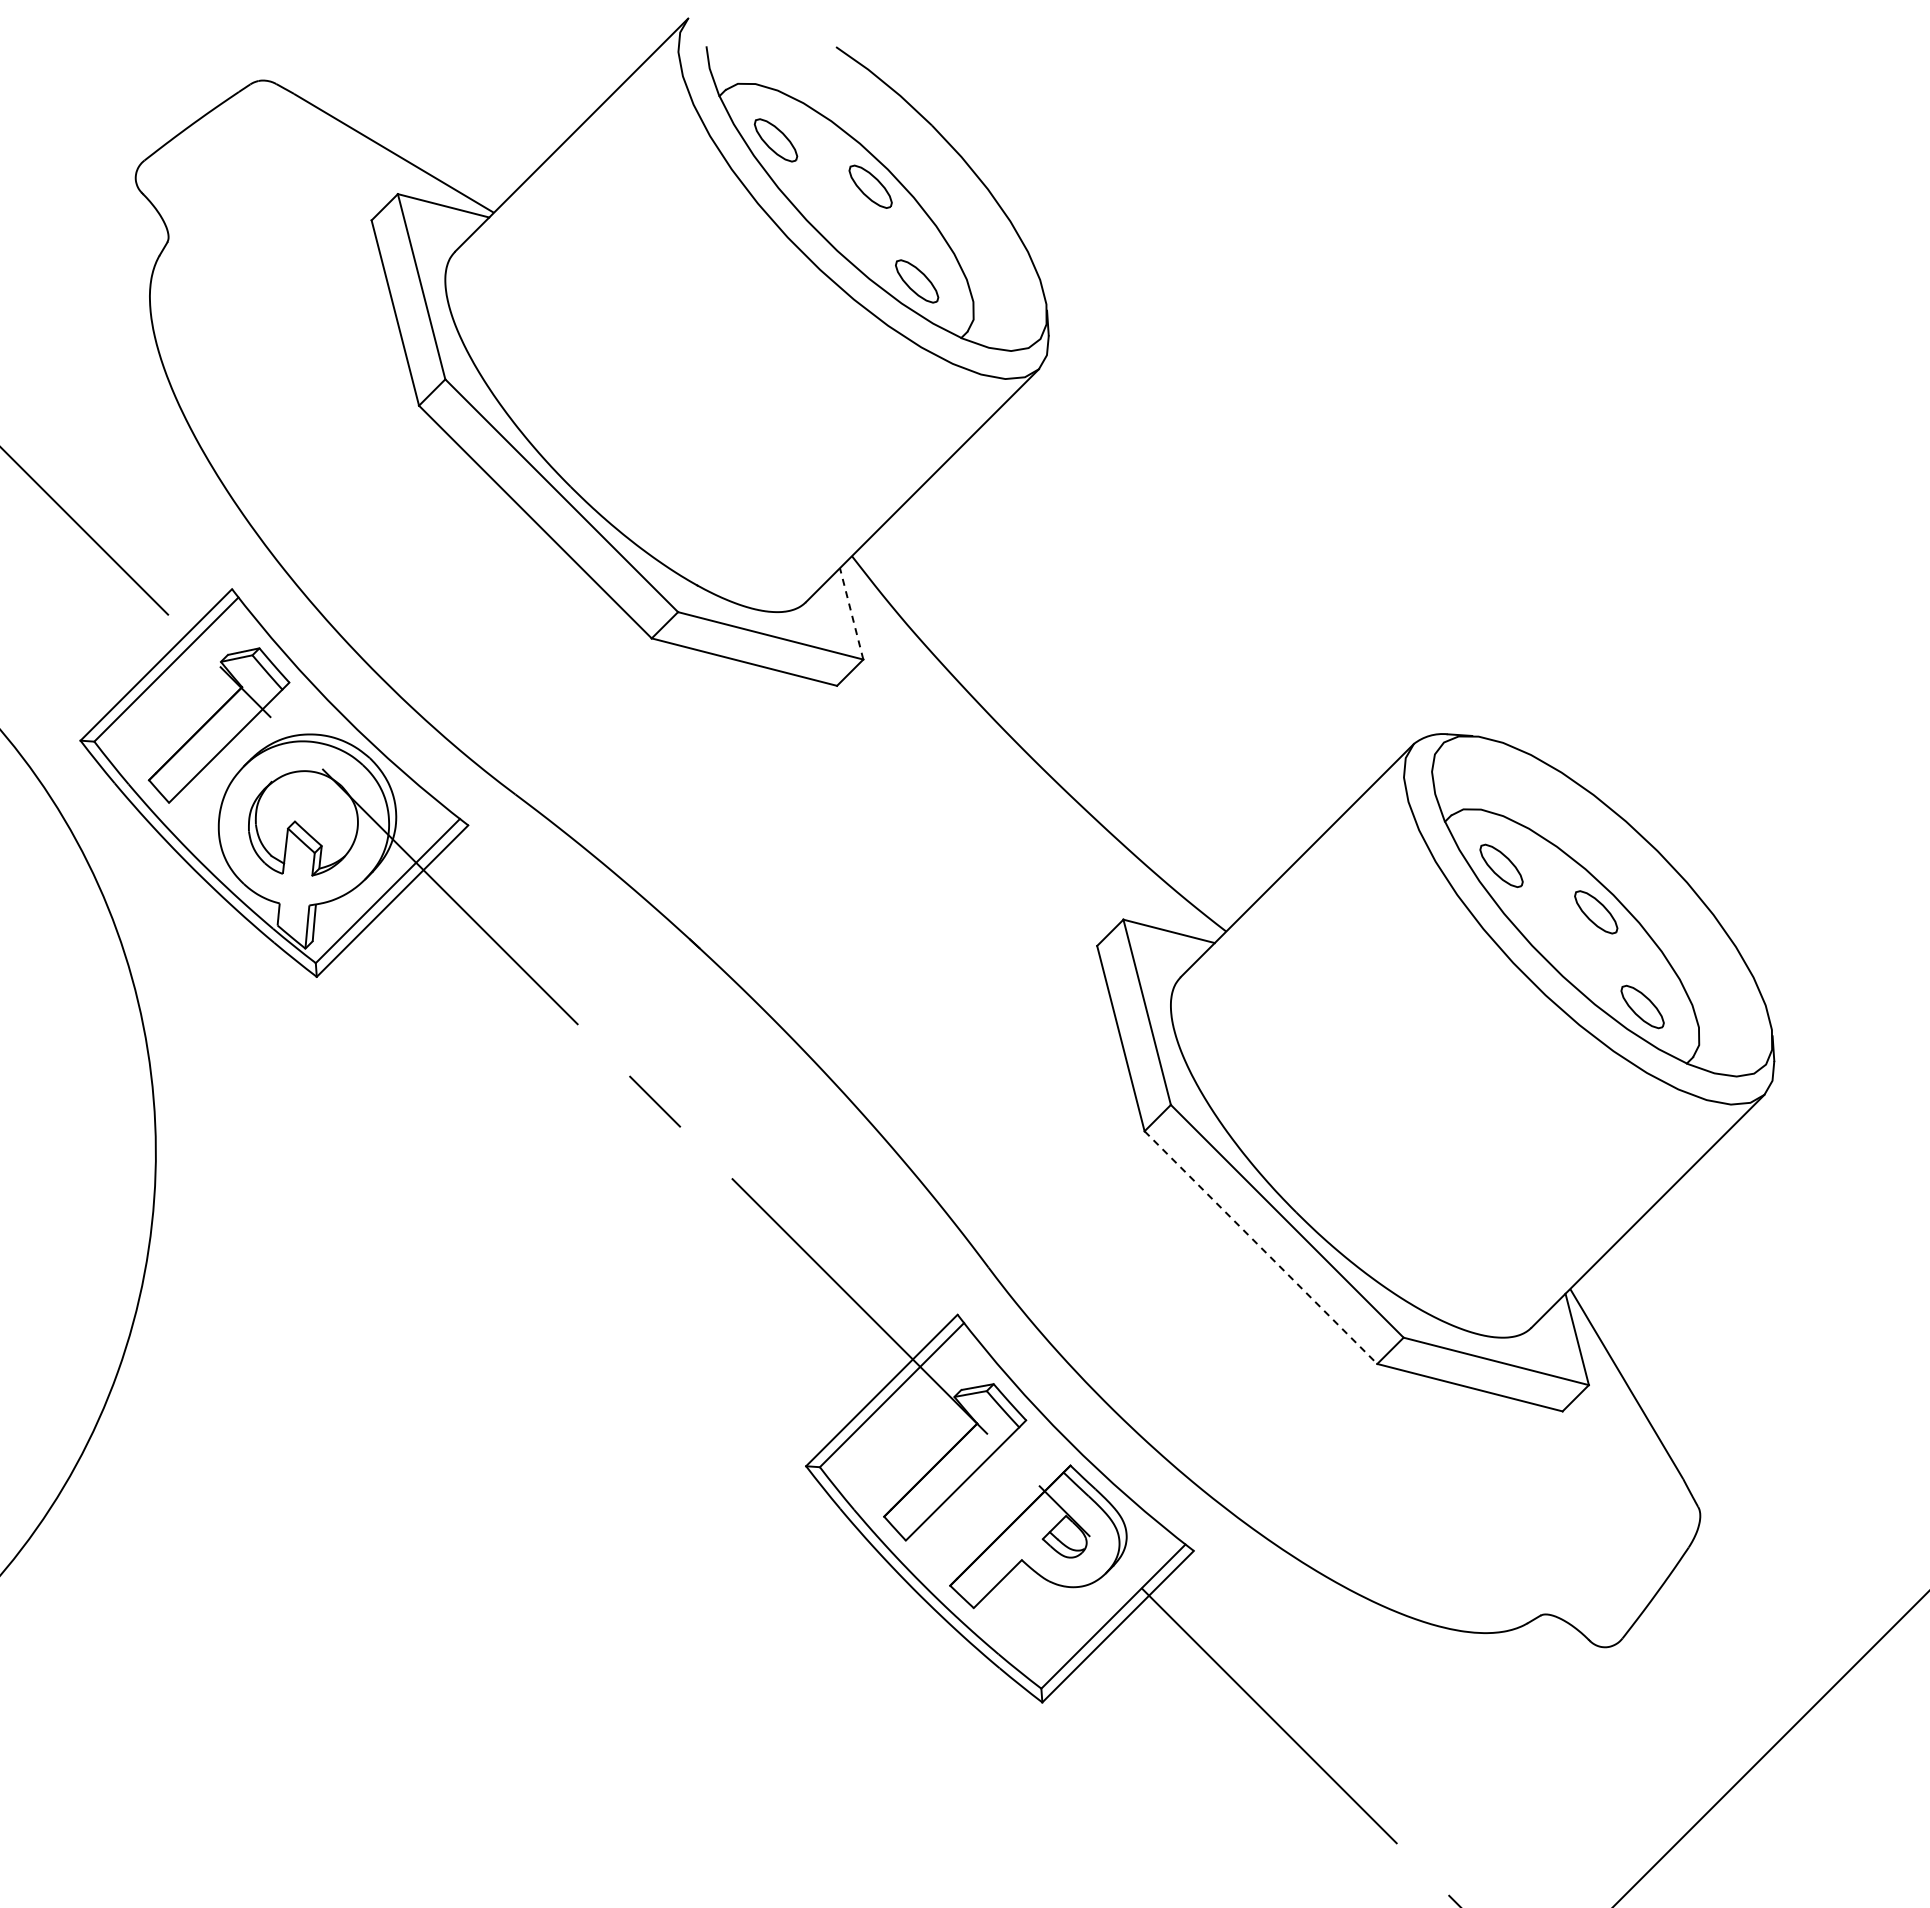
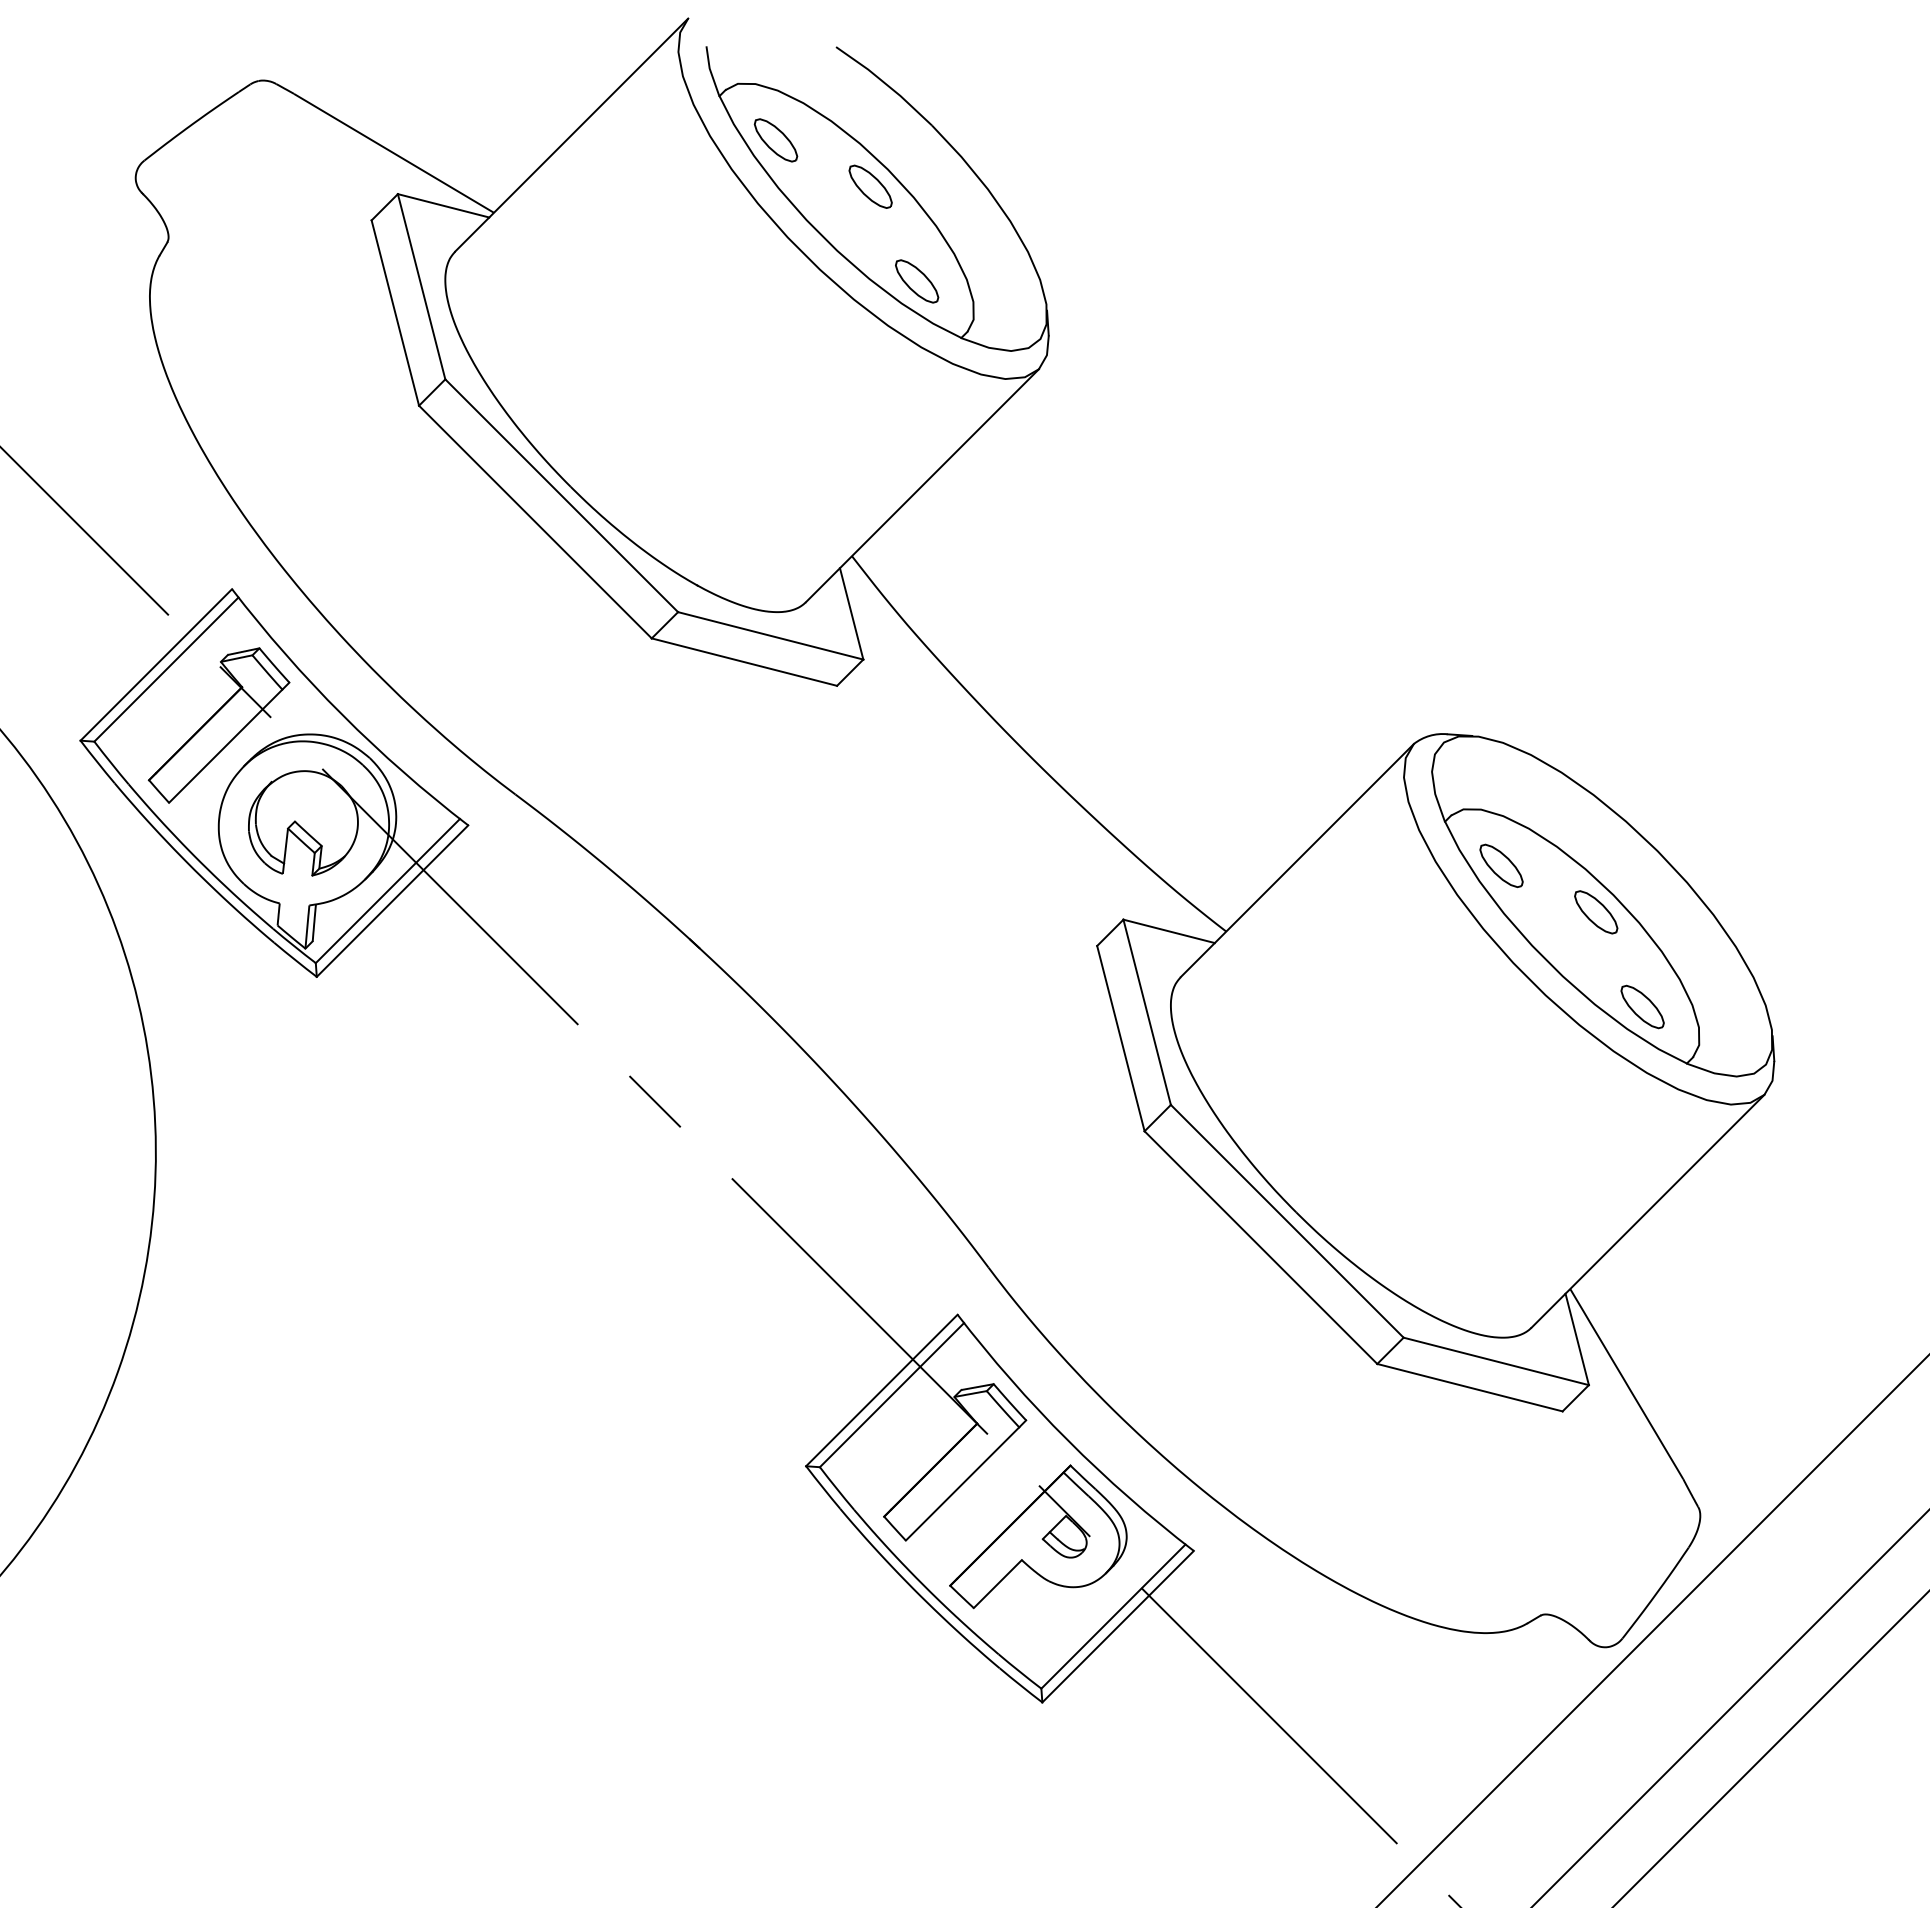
line at (851, 613): dashed -> solid
line at (1260, 1247): dashed -> solid
line at (1652, 1630): none -> present
line at (1730, 1708): none -> present
